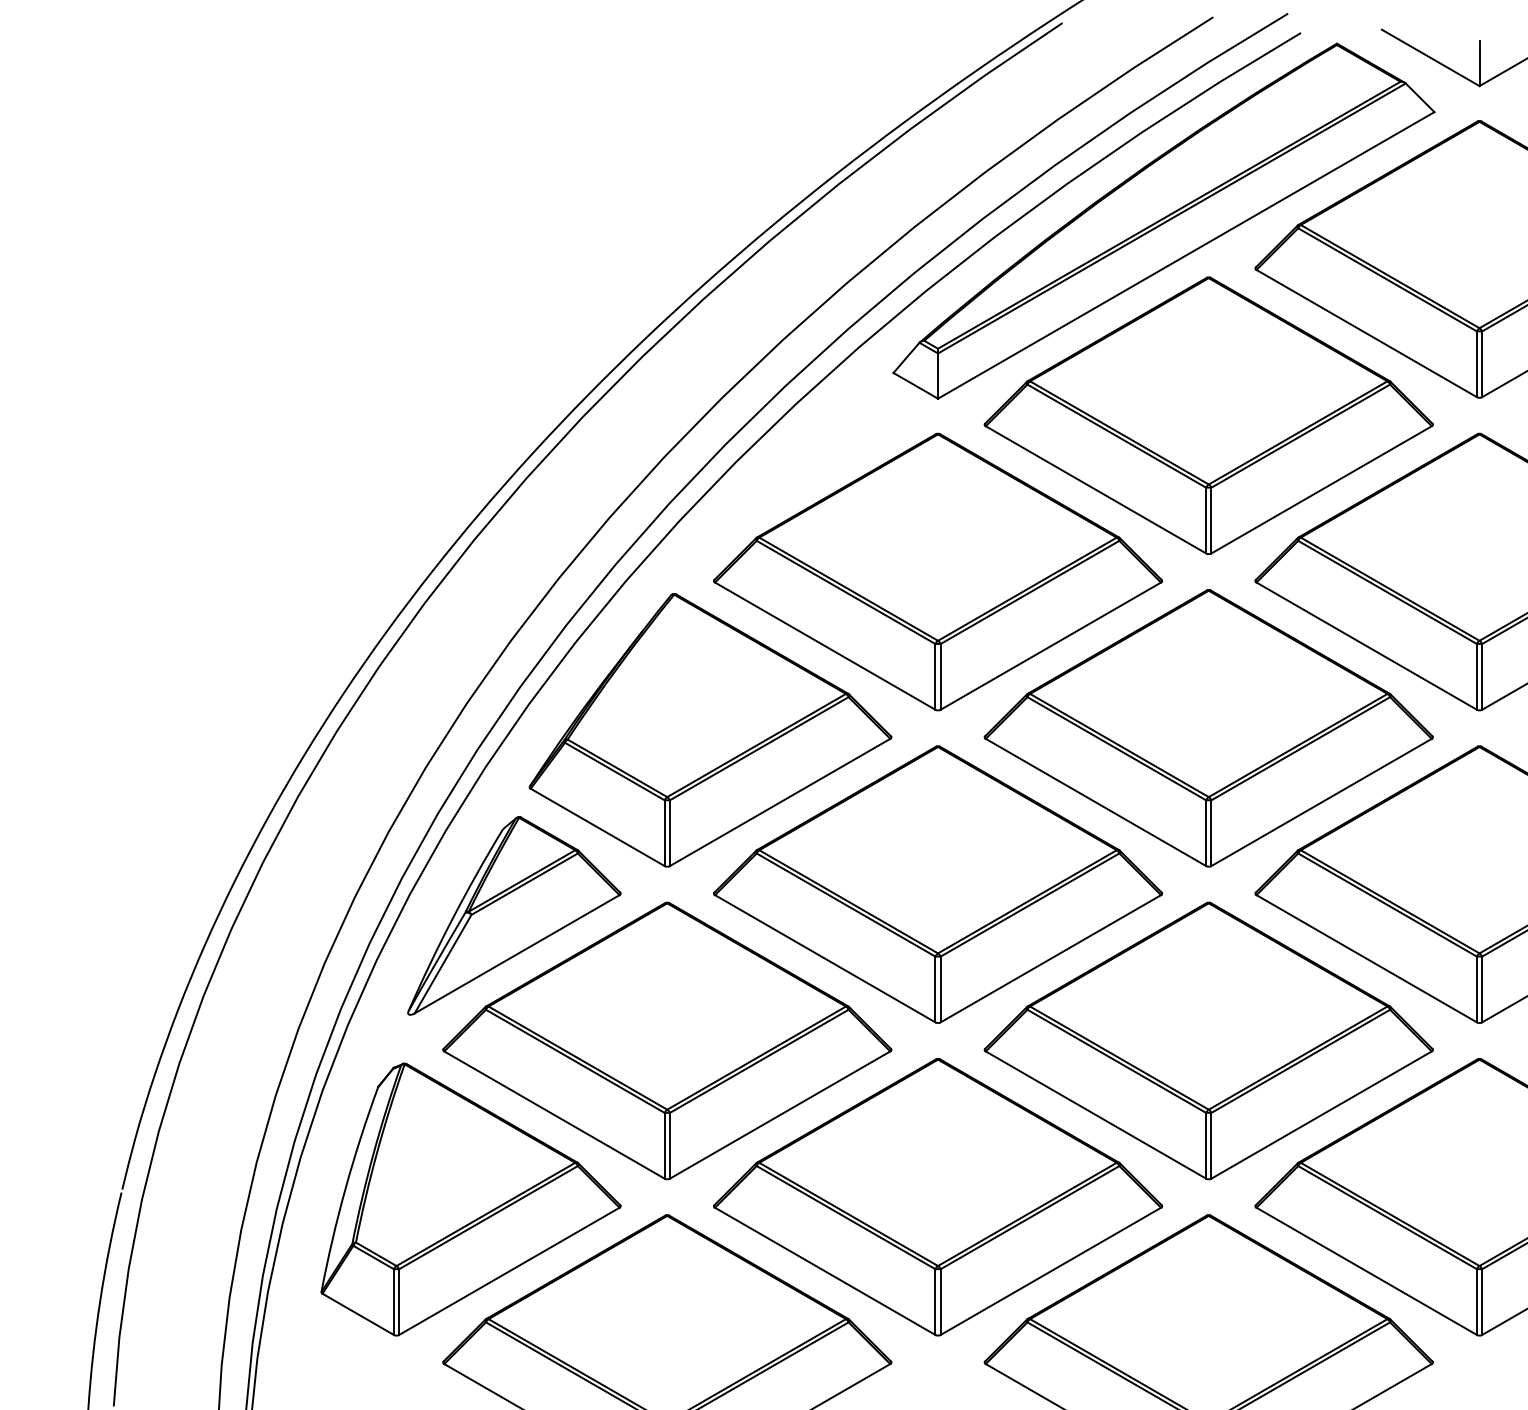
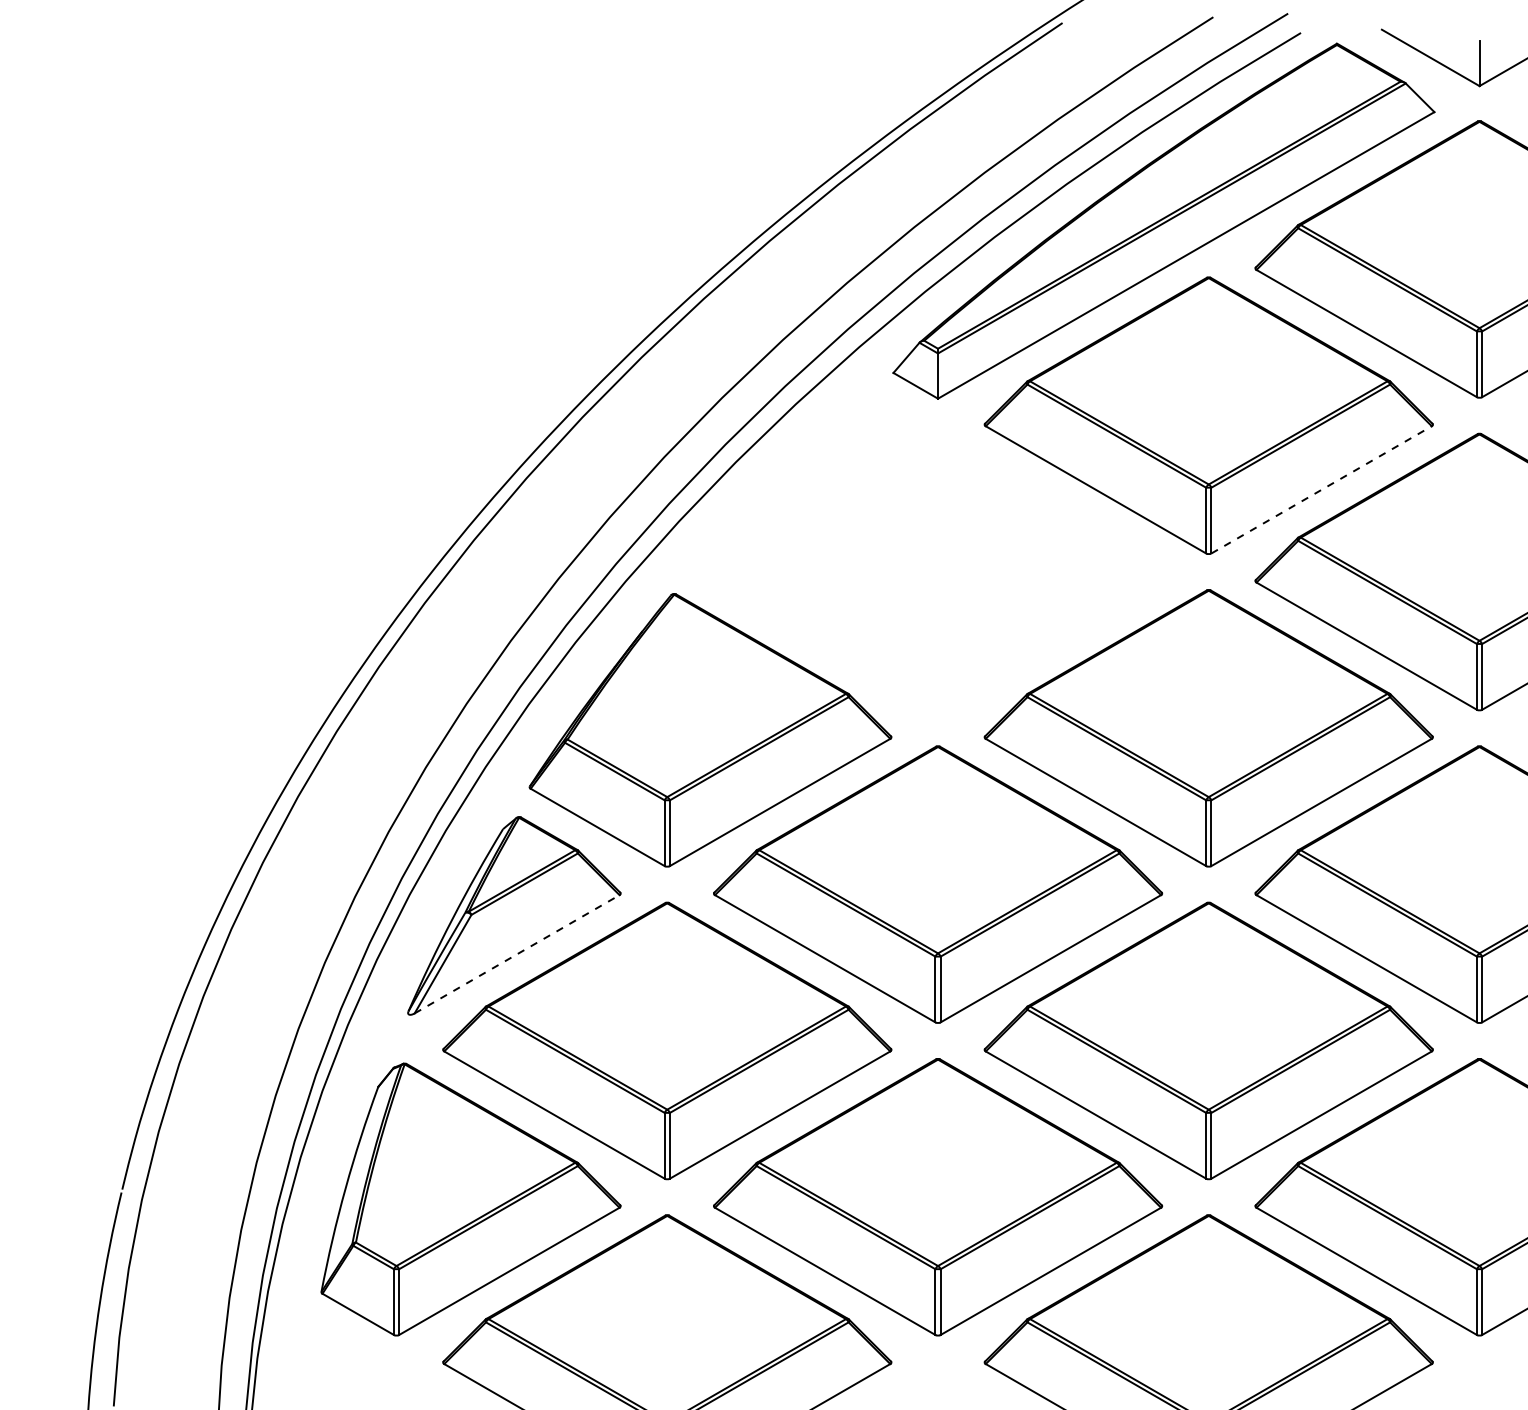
line at (1322, 489): solid -> dashed
part at (938, 571): present -> none
line at (517, 954): solid -> dashed
